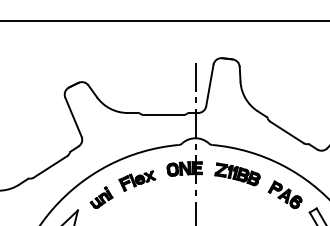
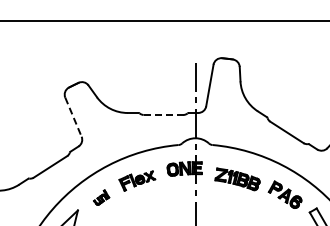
line at (163, 114): solid -> dashed
line at (73, 117): solid -> dashed
part at (237, 174) position: (237, 174) -> (237, 179)
part at (101, 197) size: 25x23 px -> 18x17 px
